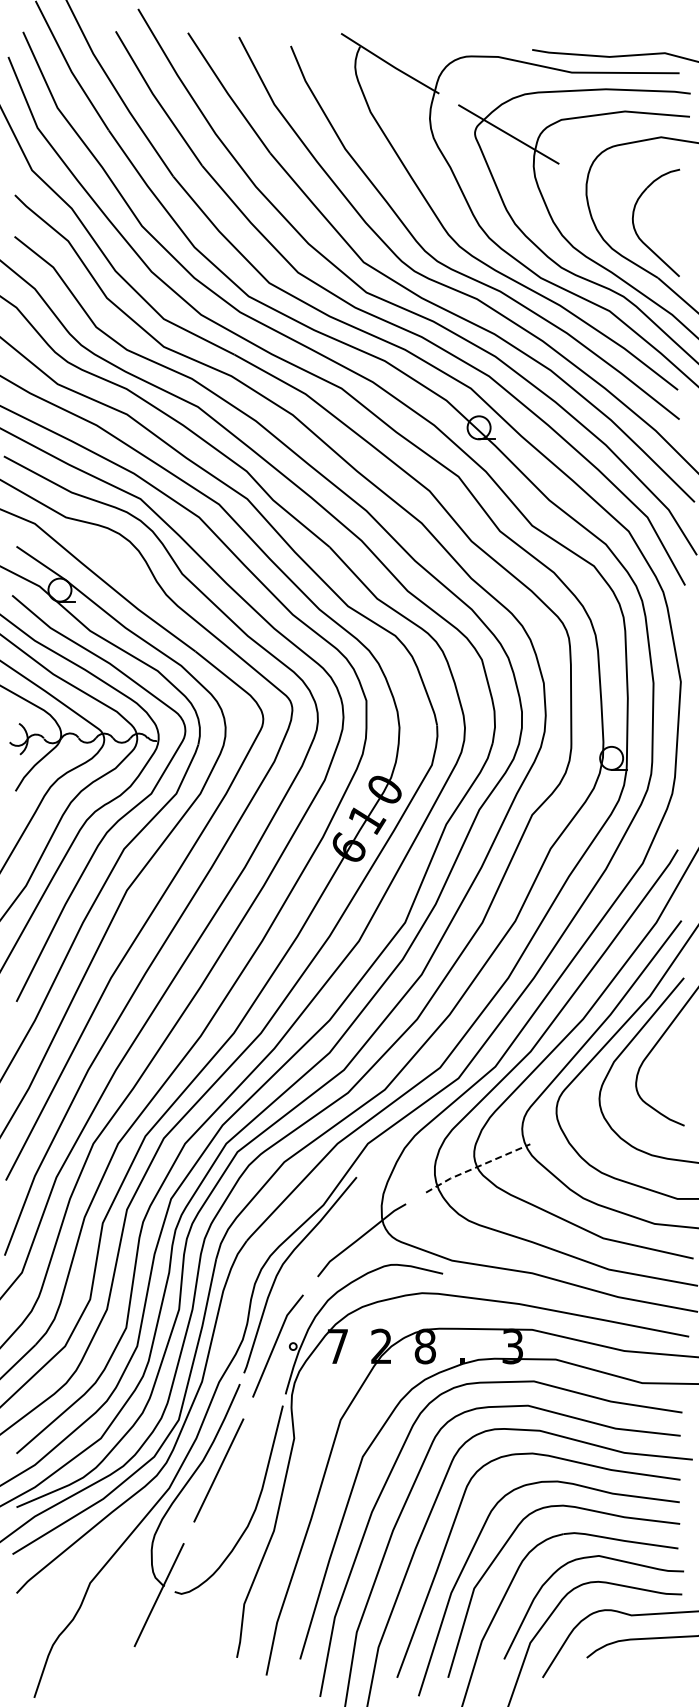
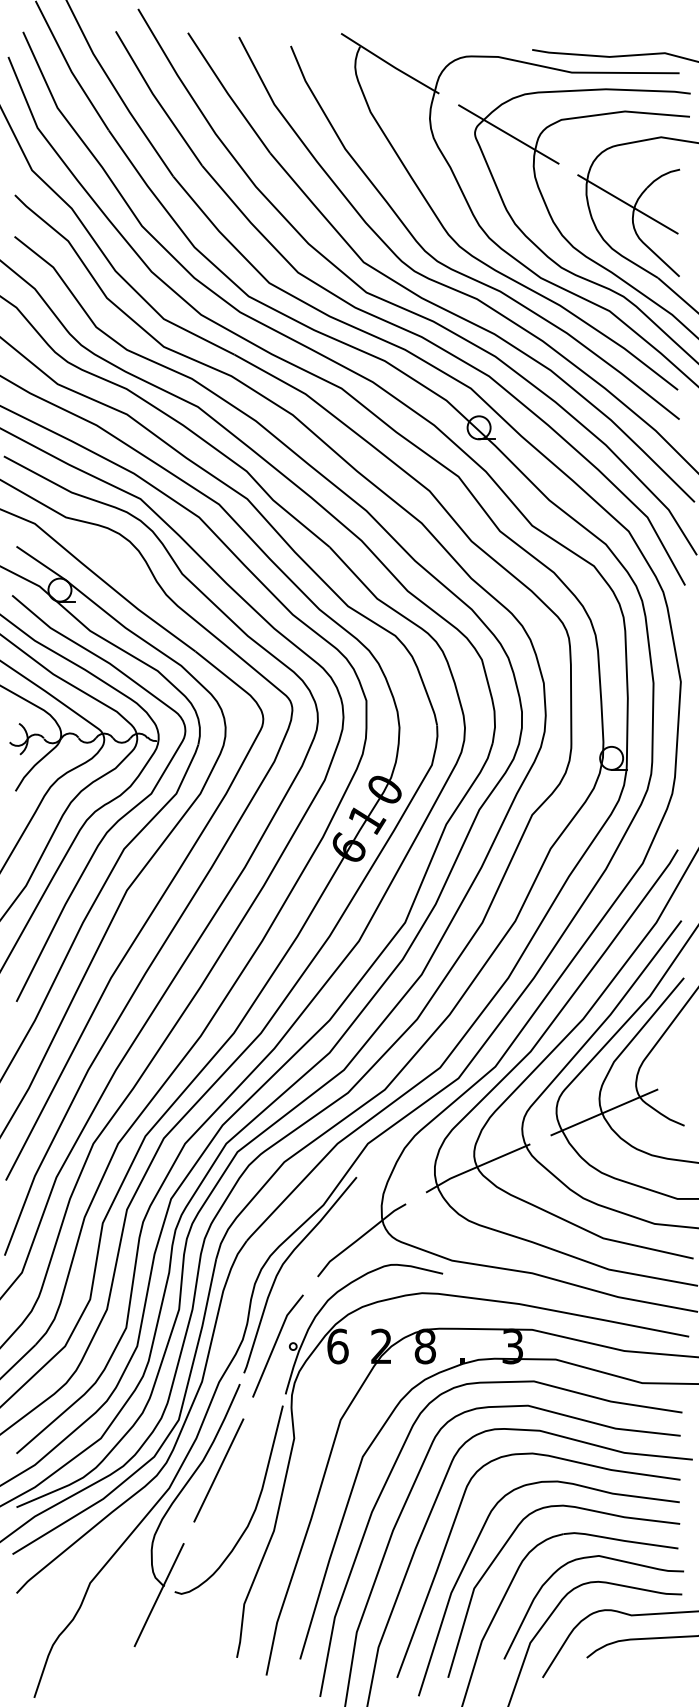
line at (627, 204): none -> present
line at (604, 1112): none -> present
line at (476, 1167): dashed -> solid
text at (337, 1346): 7 -> 6
